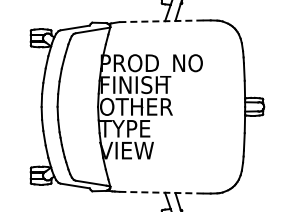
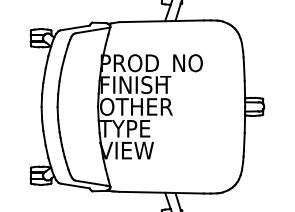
line at (162, 21): dashed -> solid
line at (162, 192): dashed -> solid
